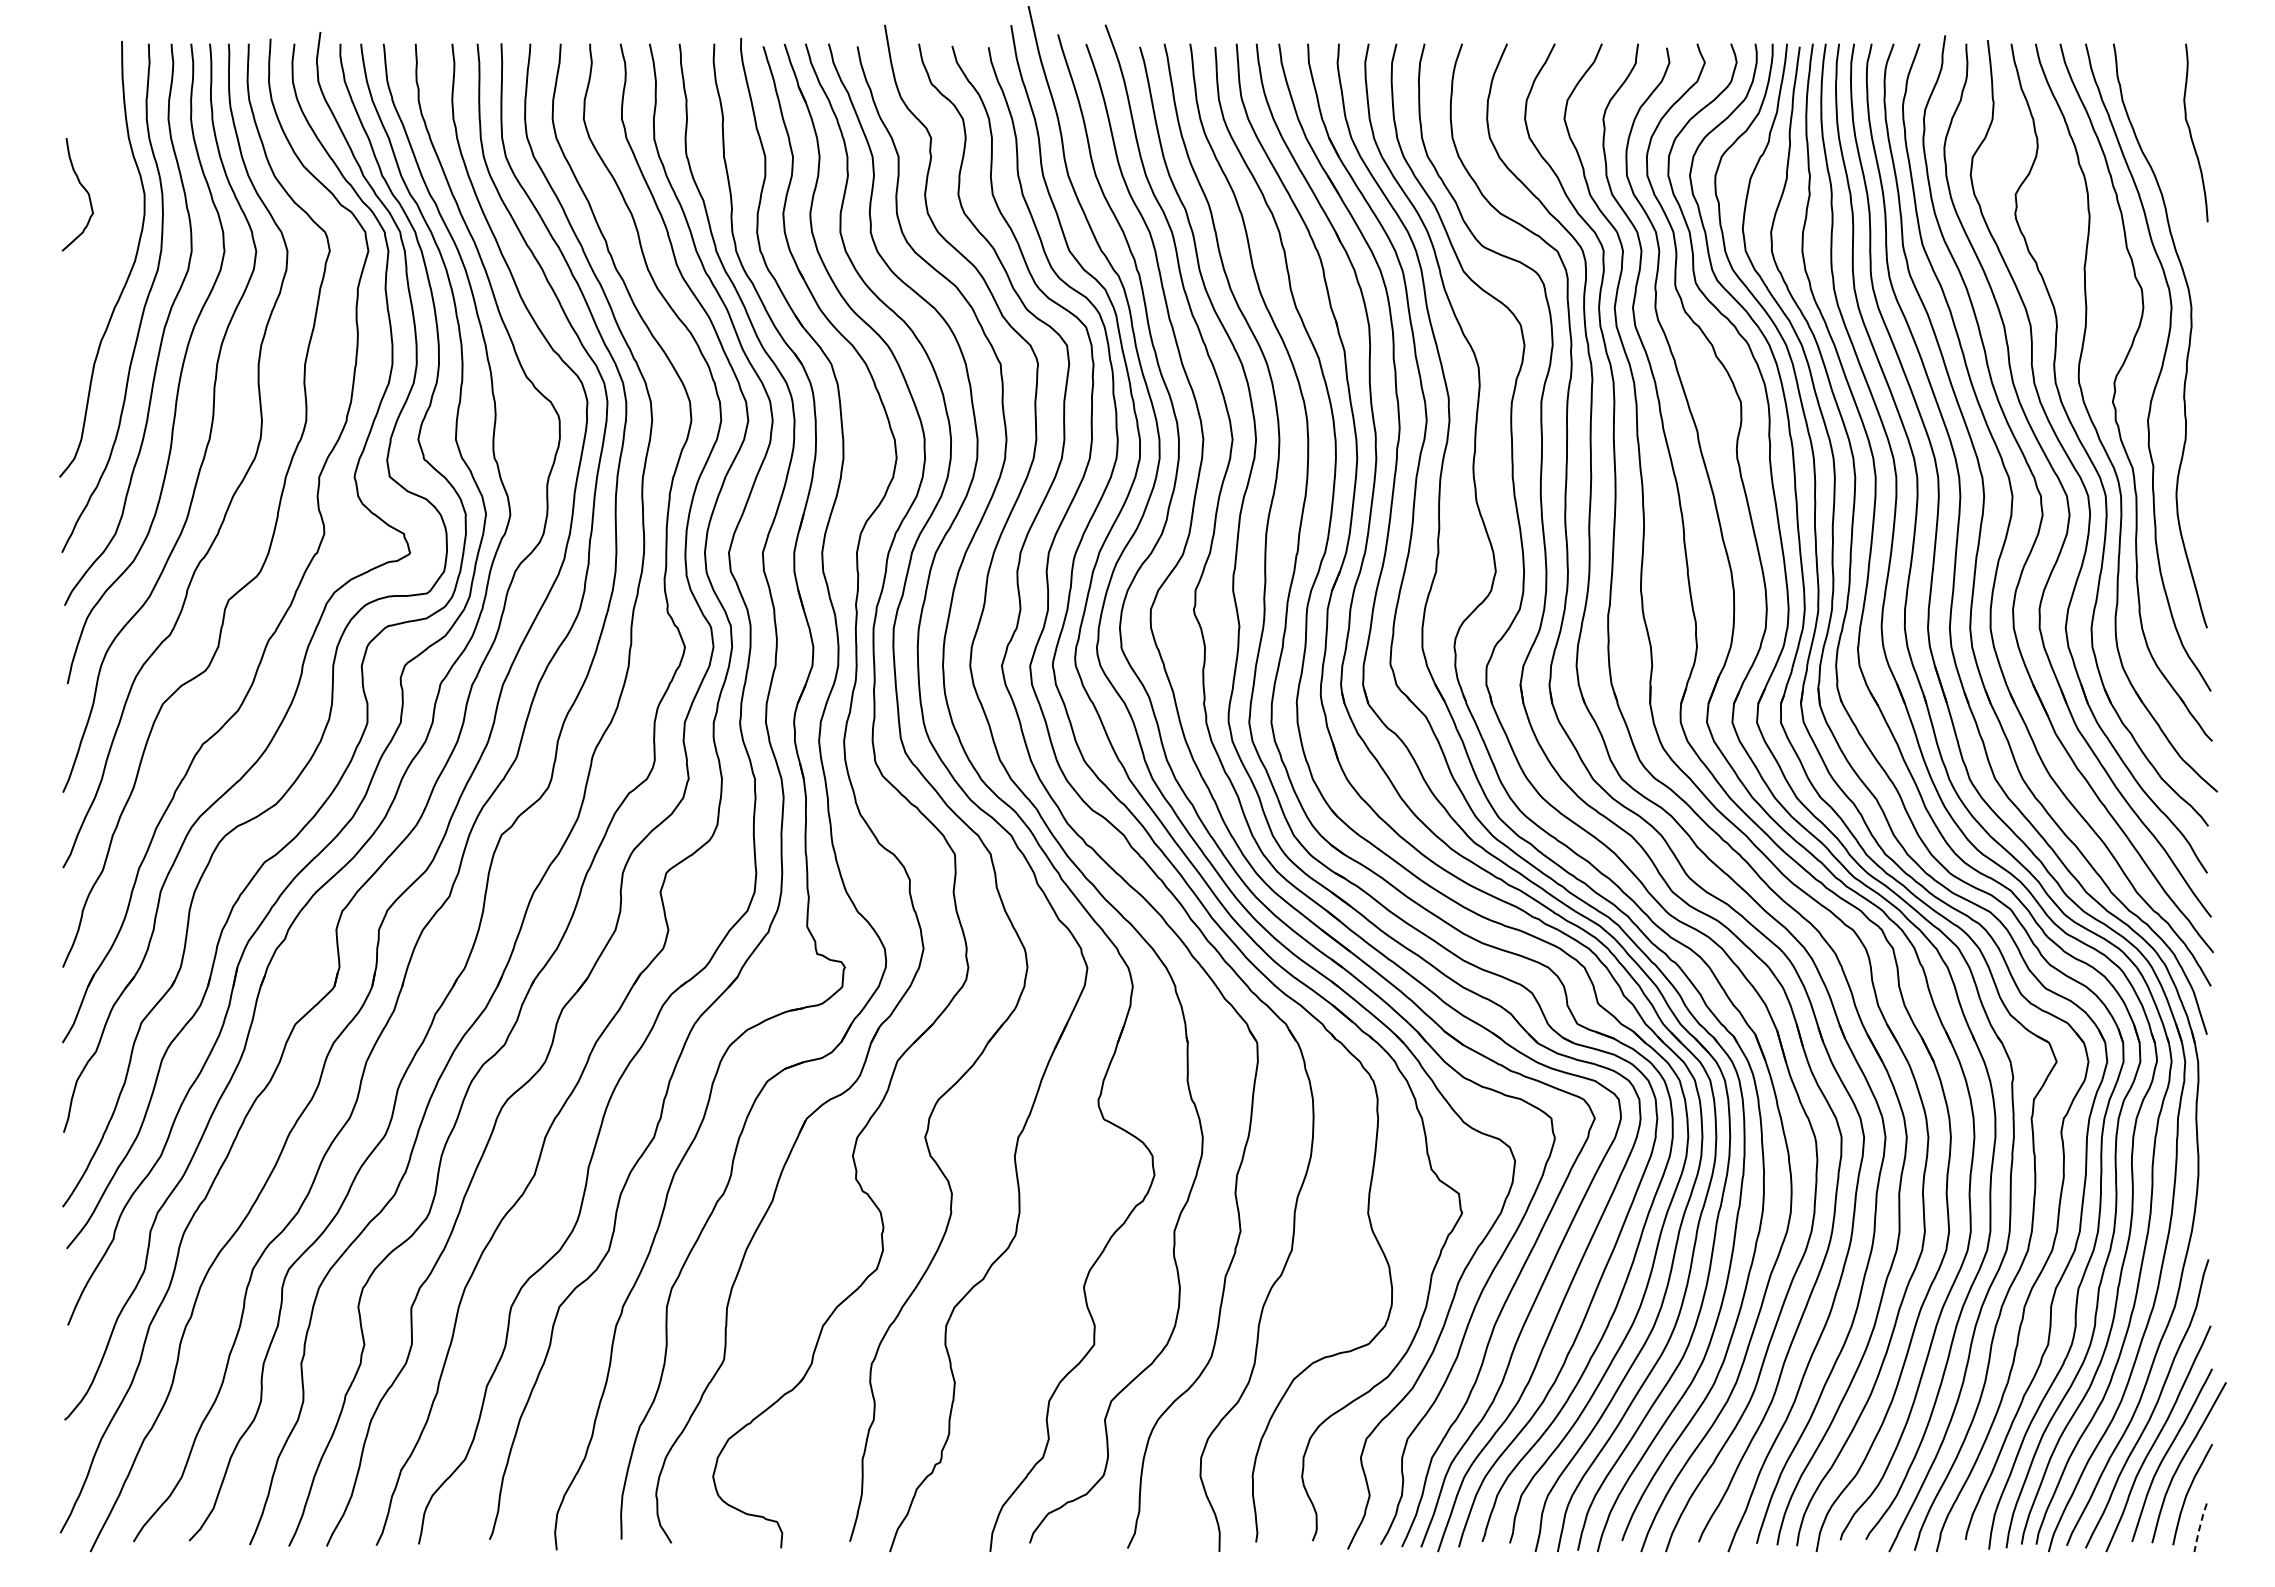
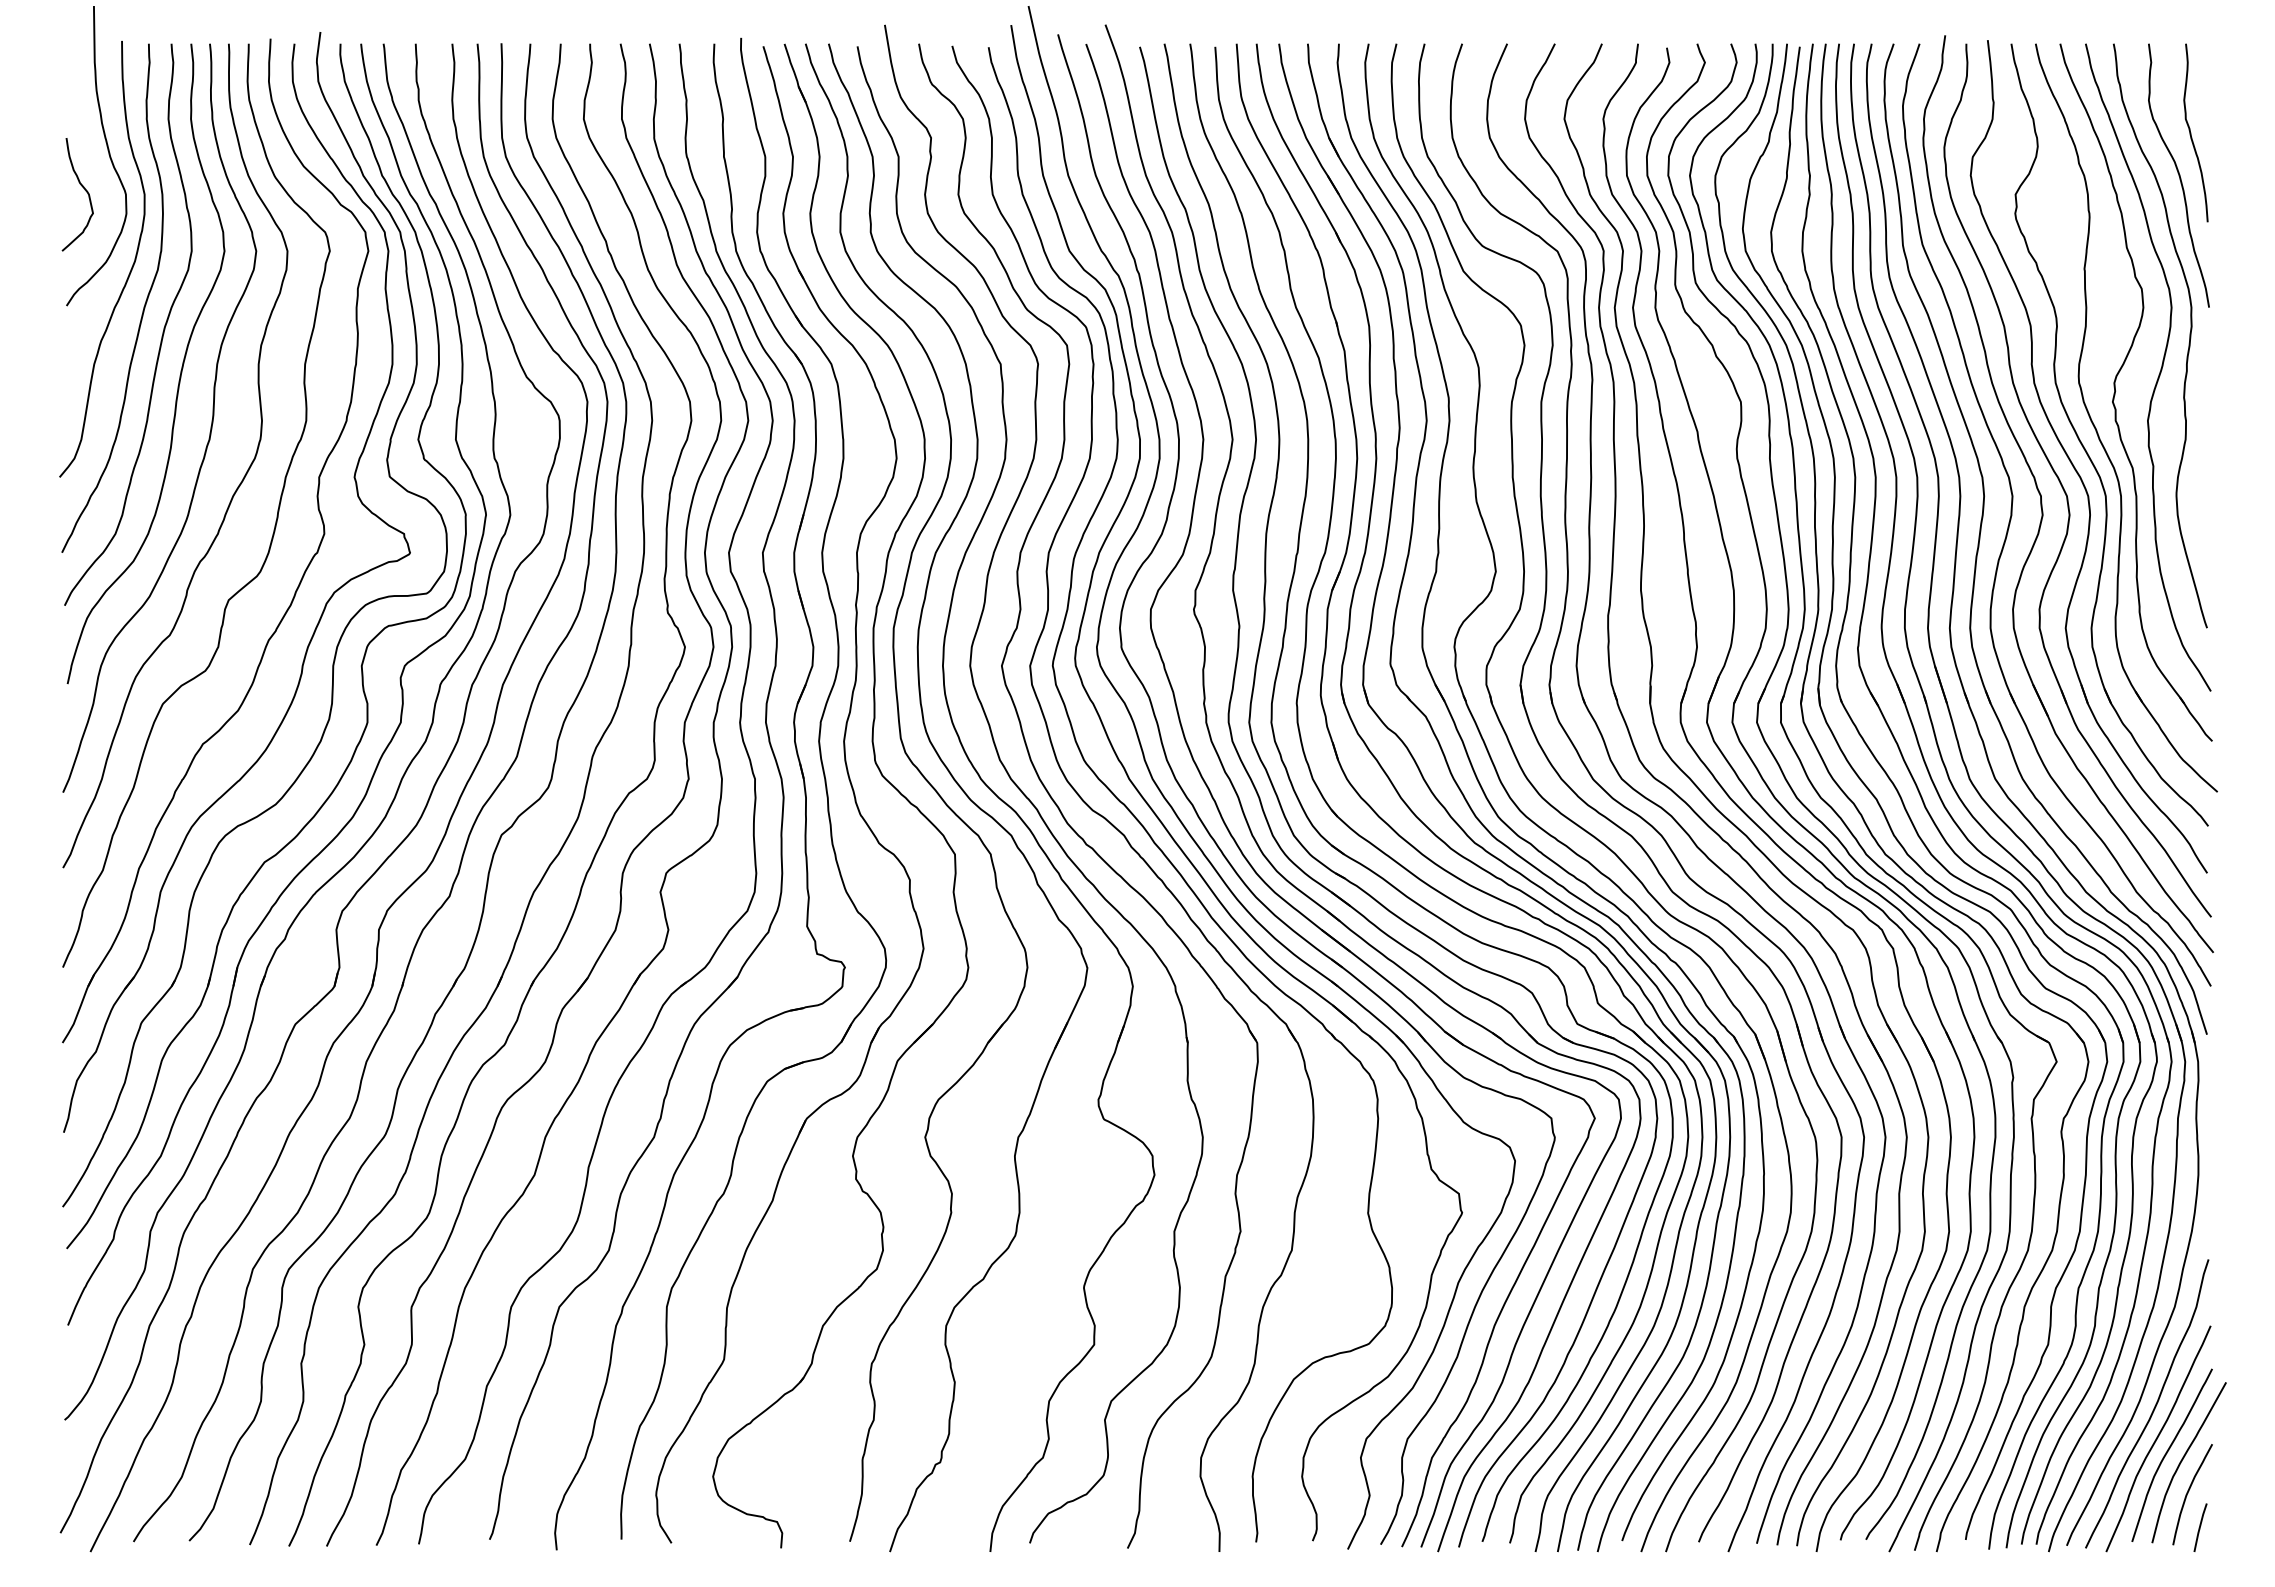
curve at (108, 154): none -> present
curve at (2178, 175): none -> present
line at (2199, 1527): dashed -> solid
